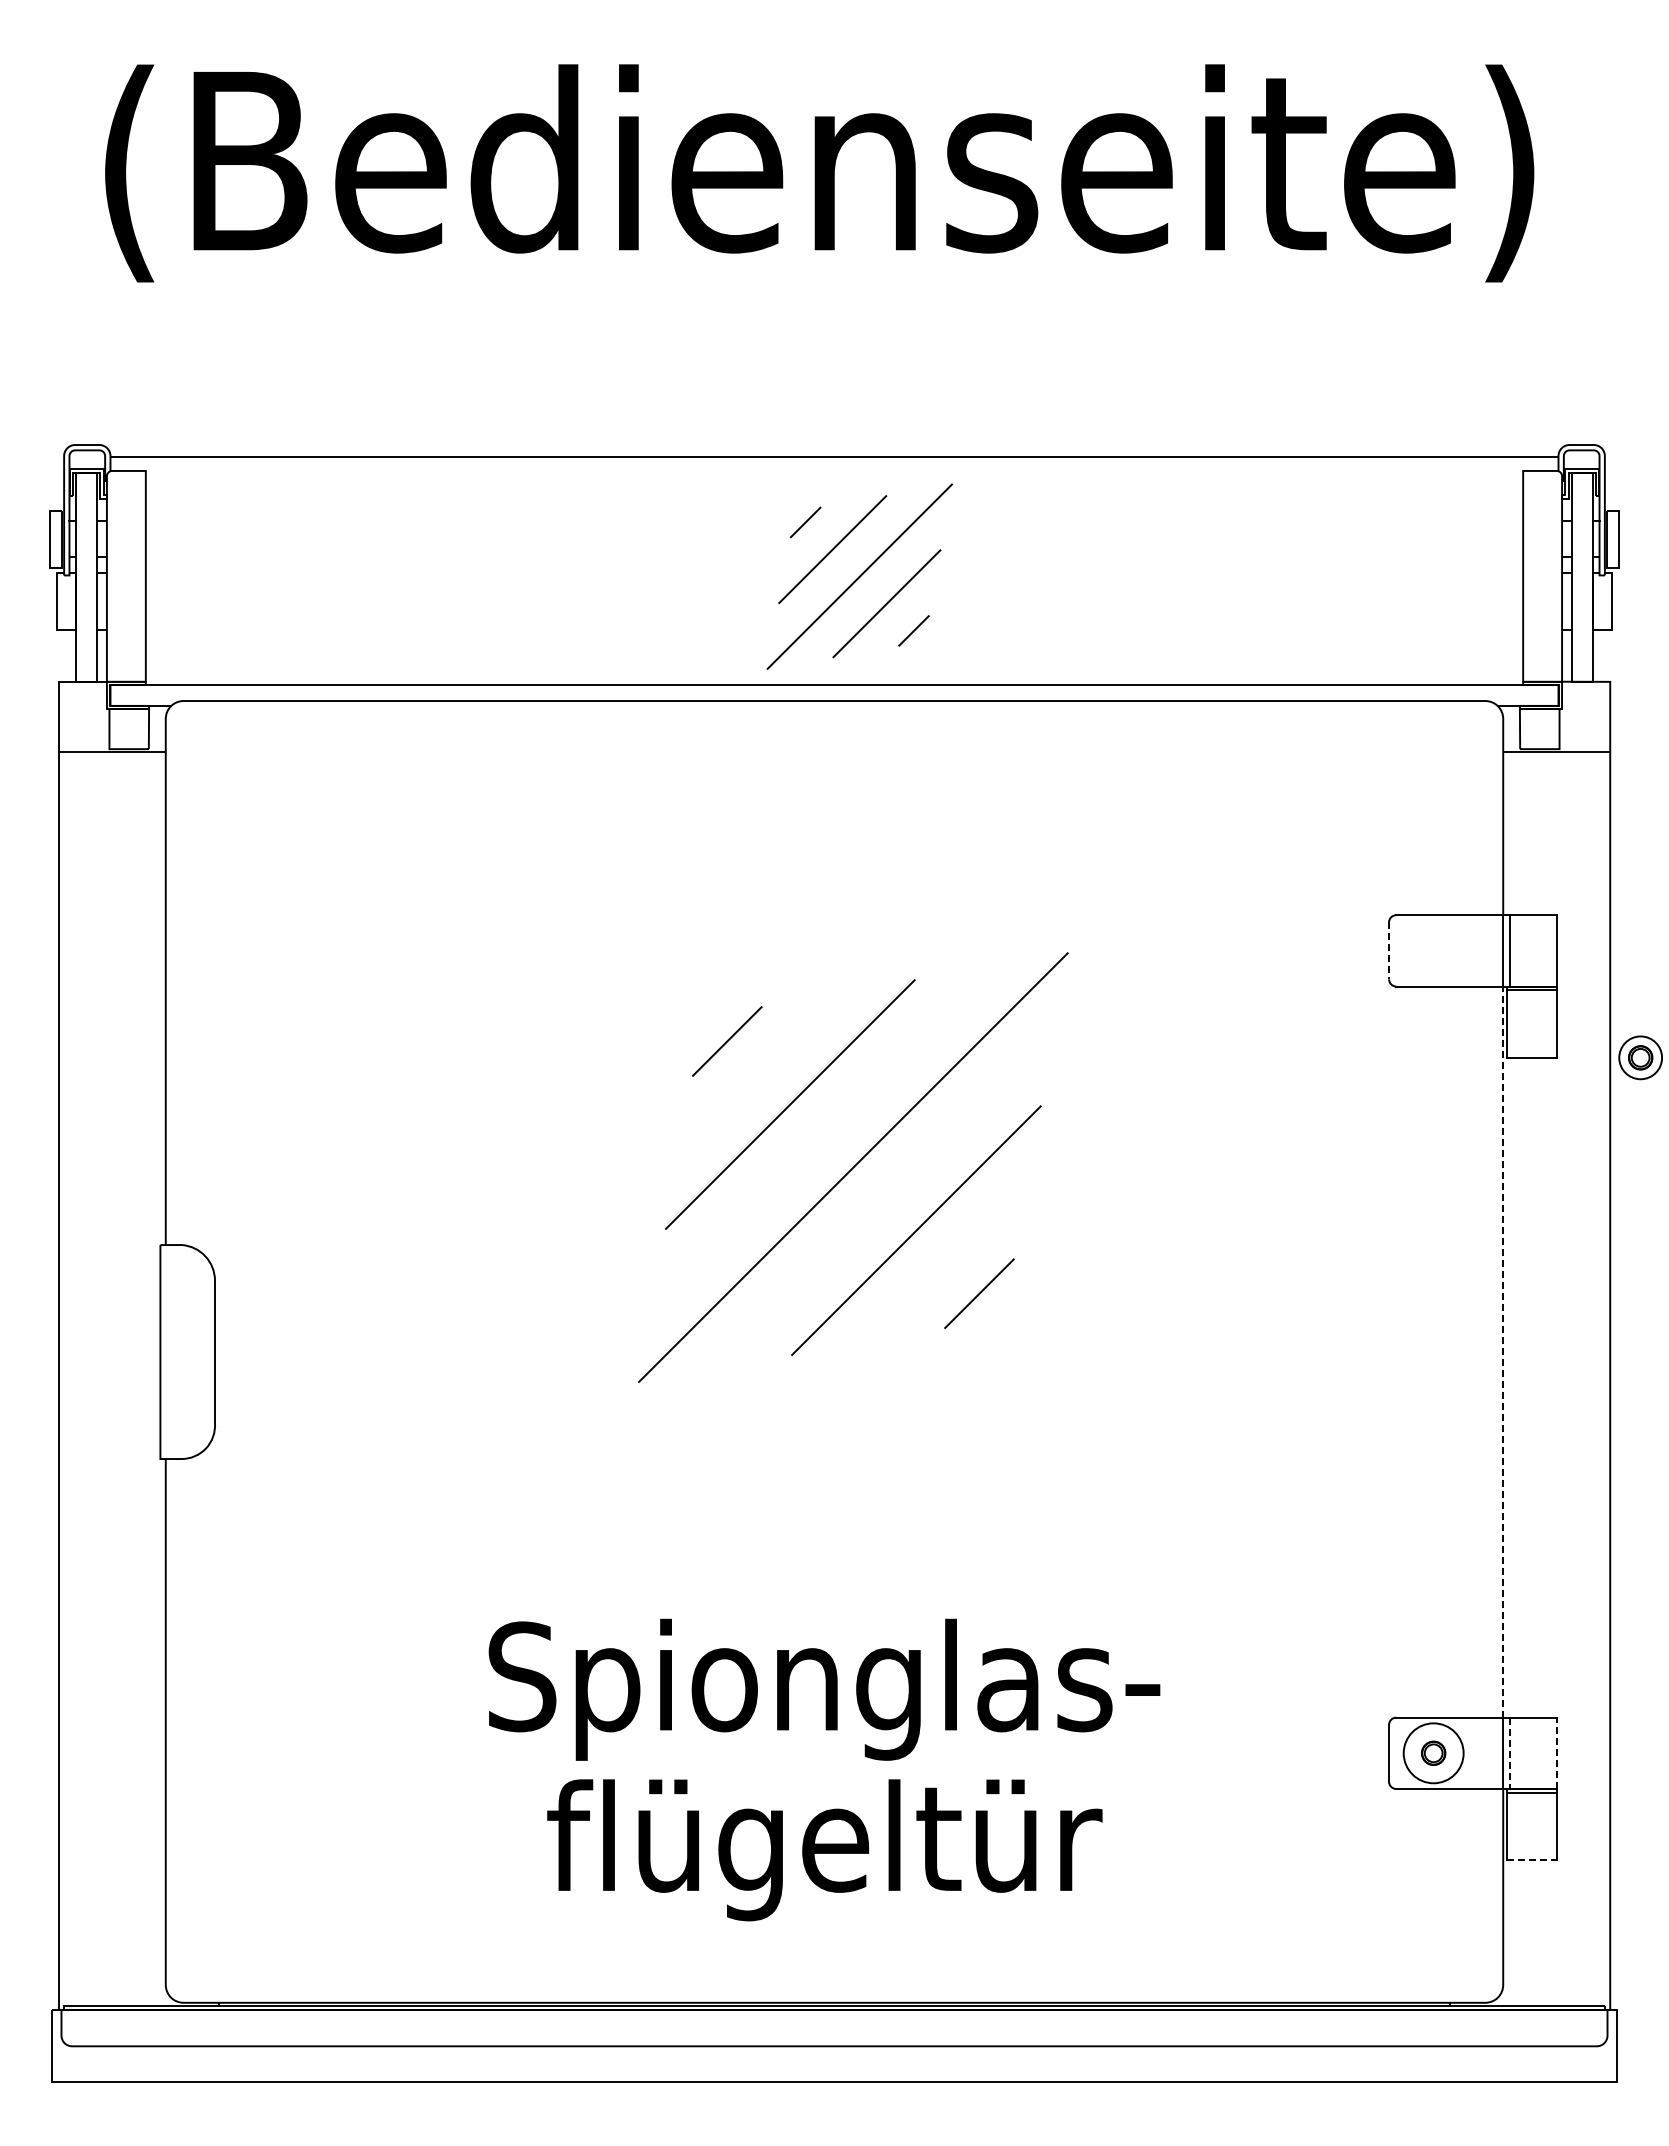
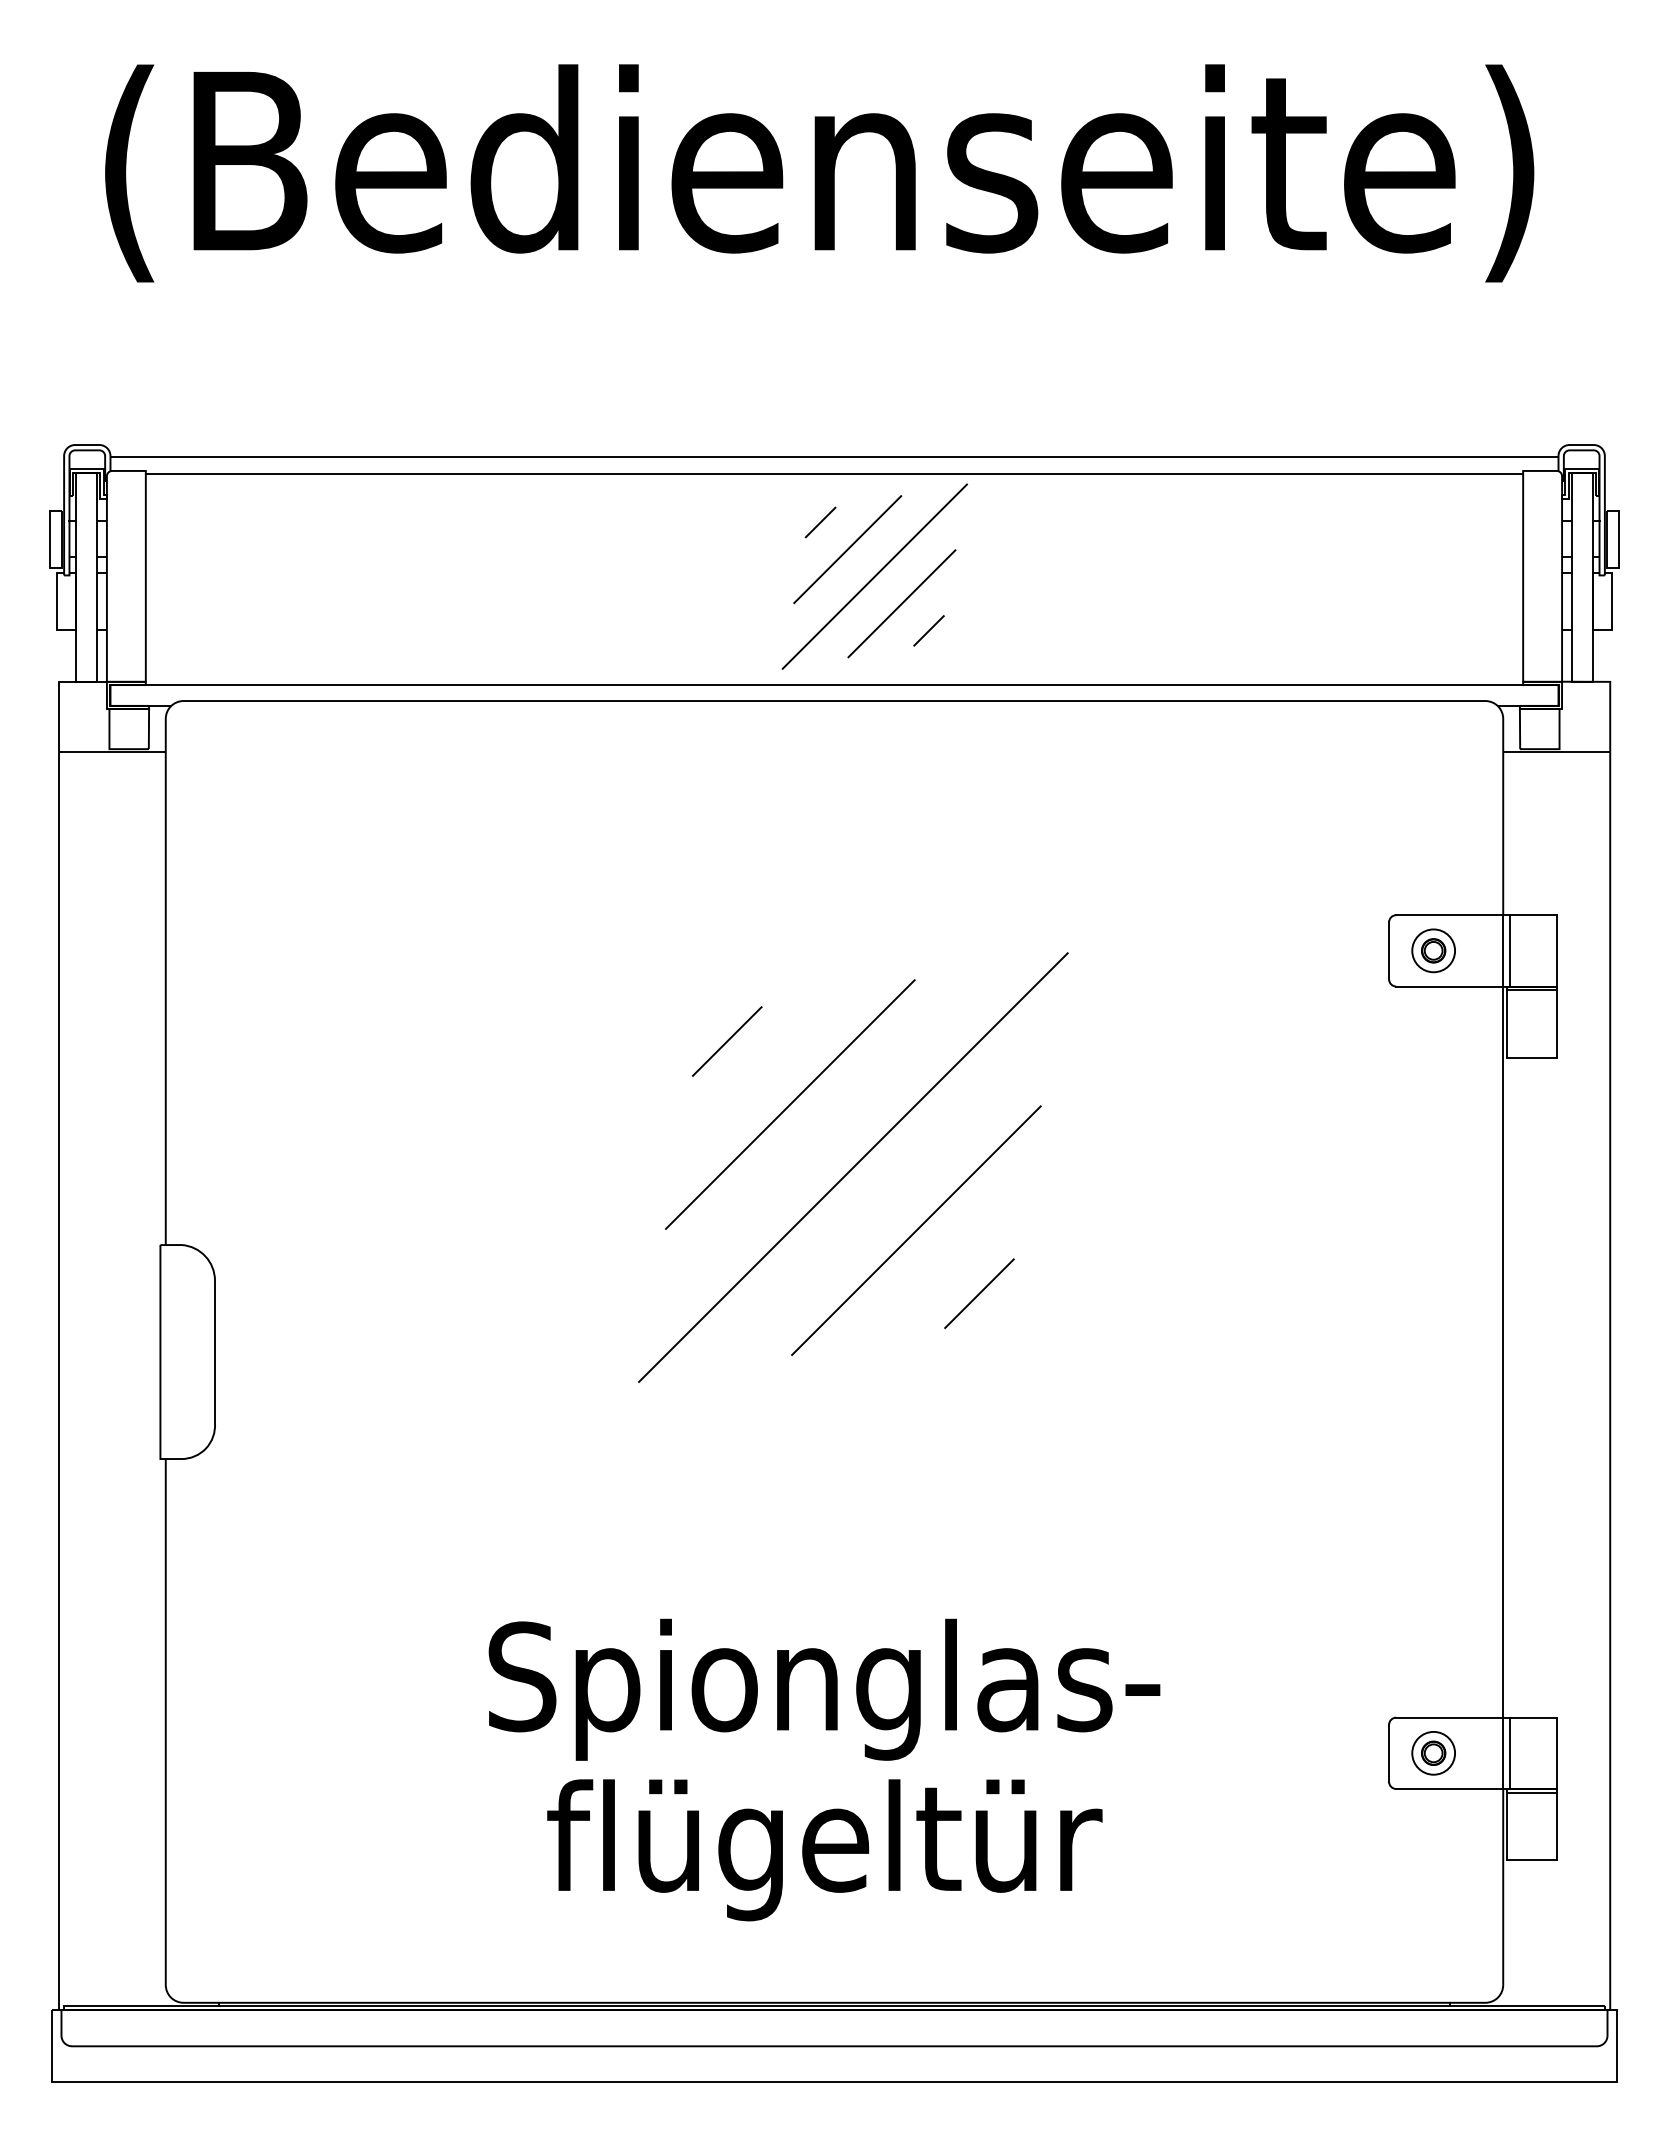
line at (834, 474): none -> present
part at (859, 576) position: (859, 576) -> (874, 576)
line at (1389, 950): dashed -> solid
part at (1640, 1057) position: (1640, 1057) -> (1433, 950)
line at (1503, 1352): dashed -> solid
circle at (1433, 1753) diameter: 60 px -> 43 px
line at (1510, 1753): dashed -> solid
line at (1556, 1753): dashed -> solid
line at (1531, 1860): dashed -> solid
